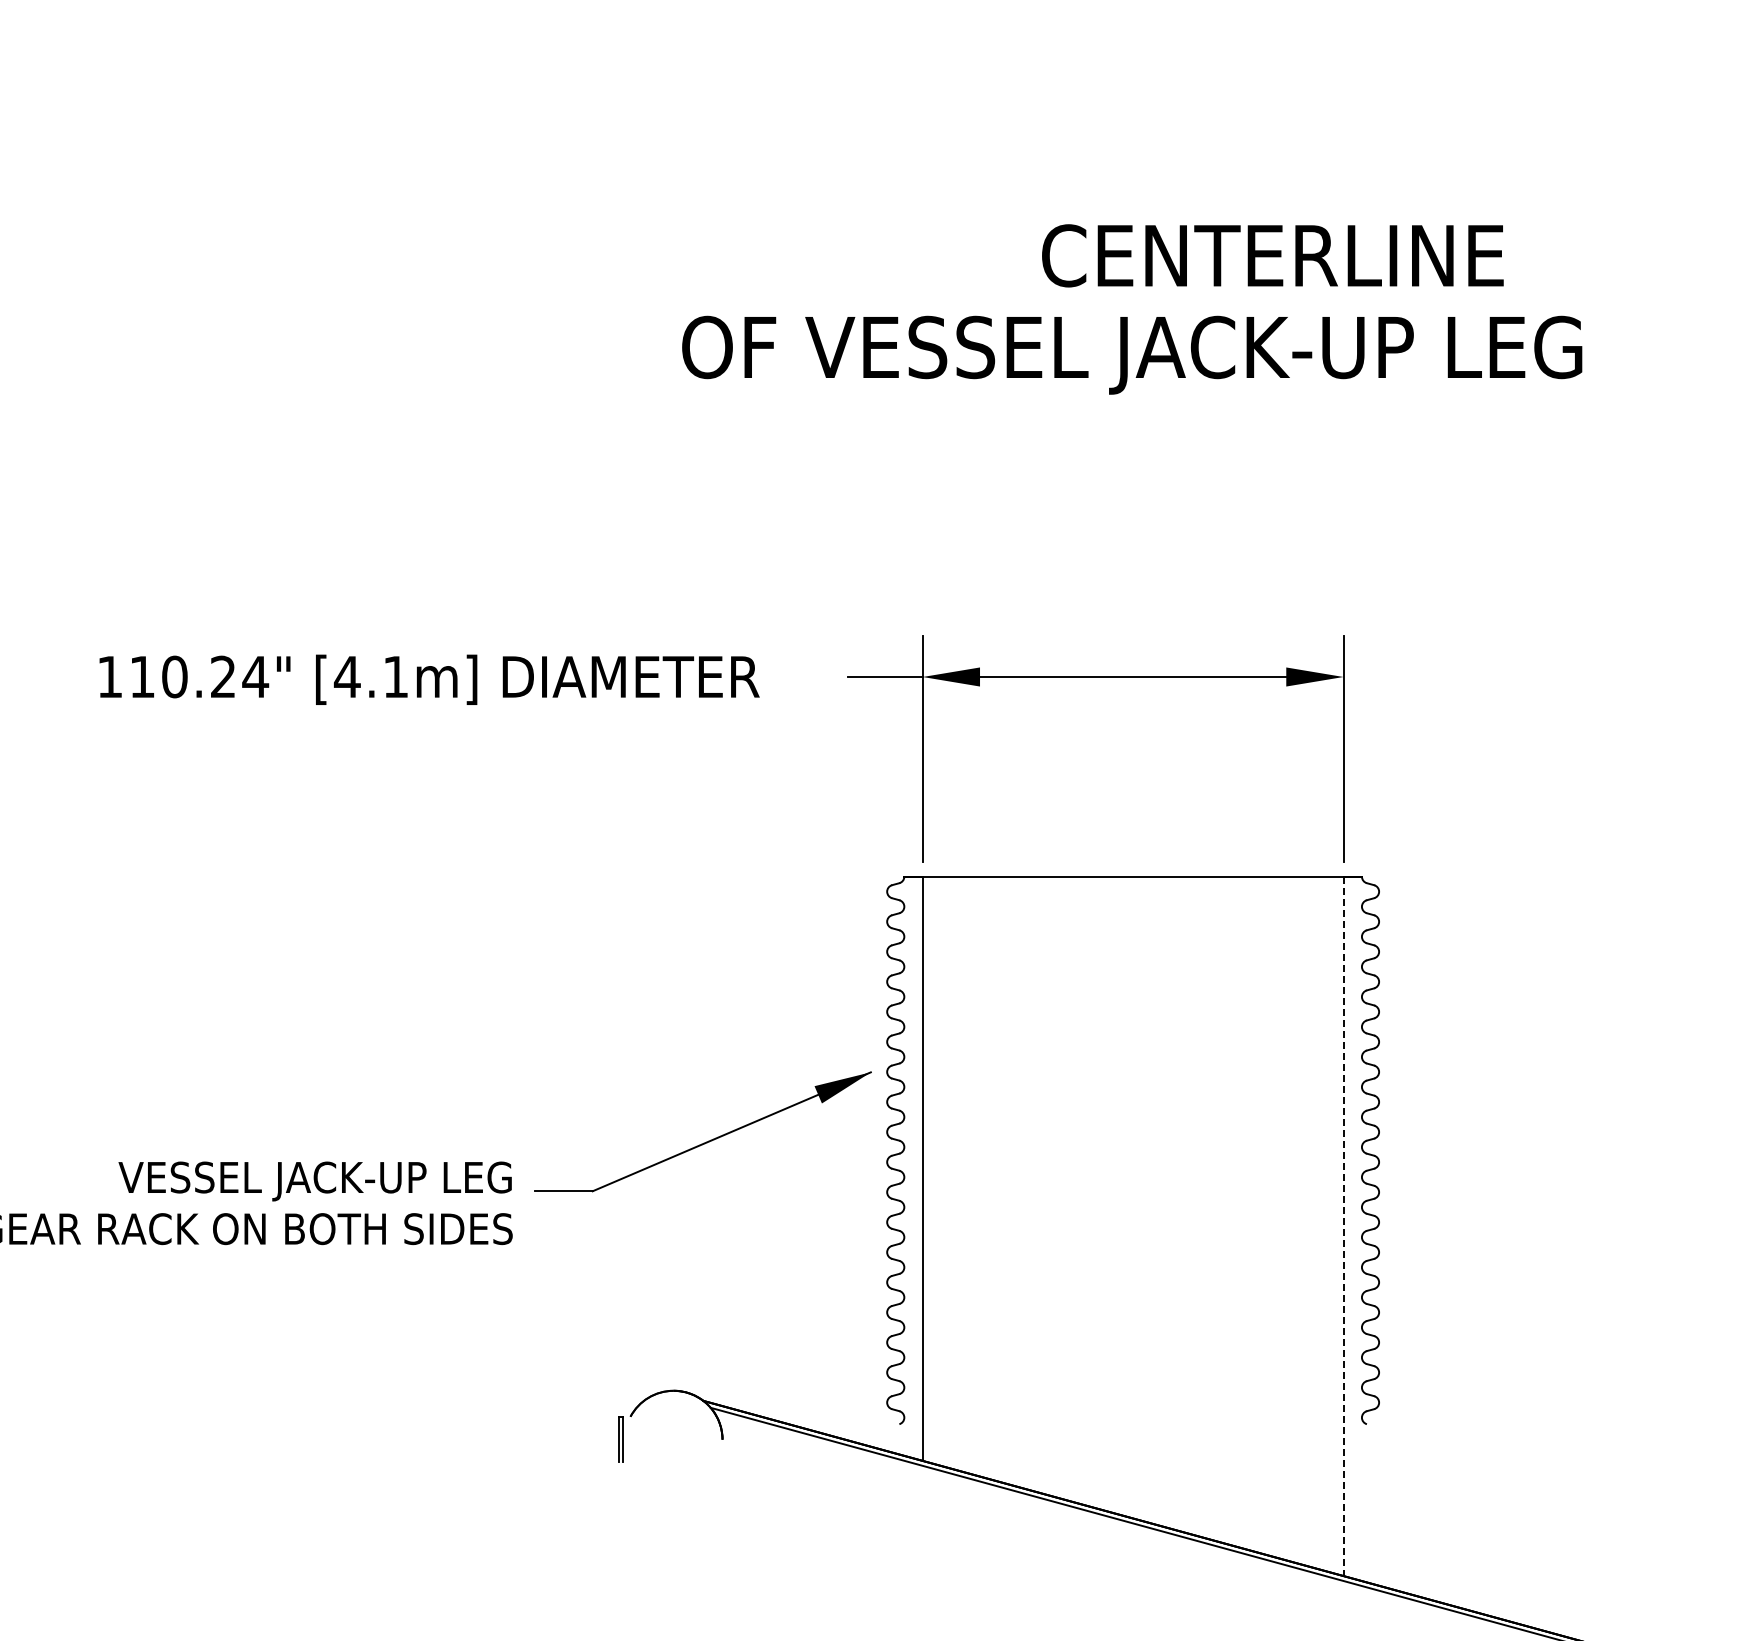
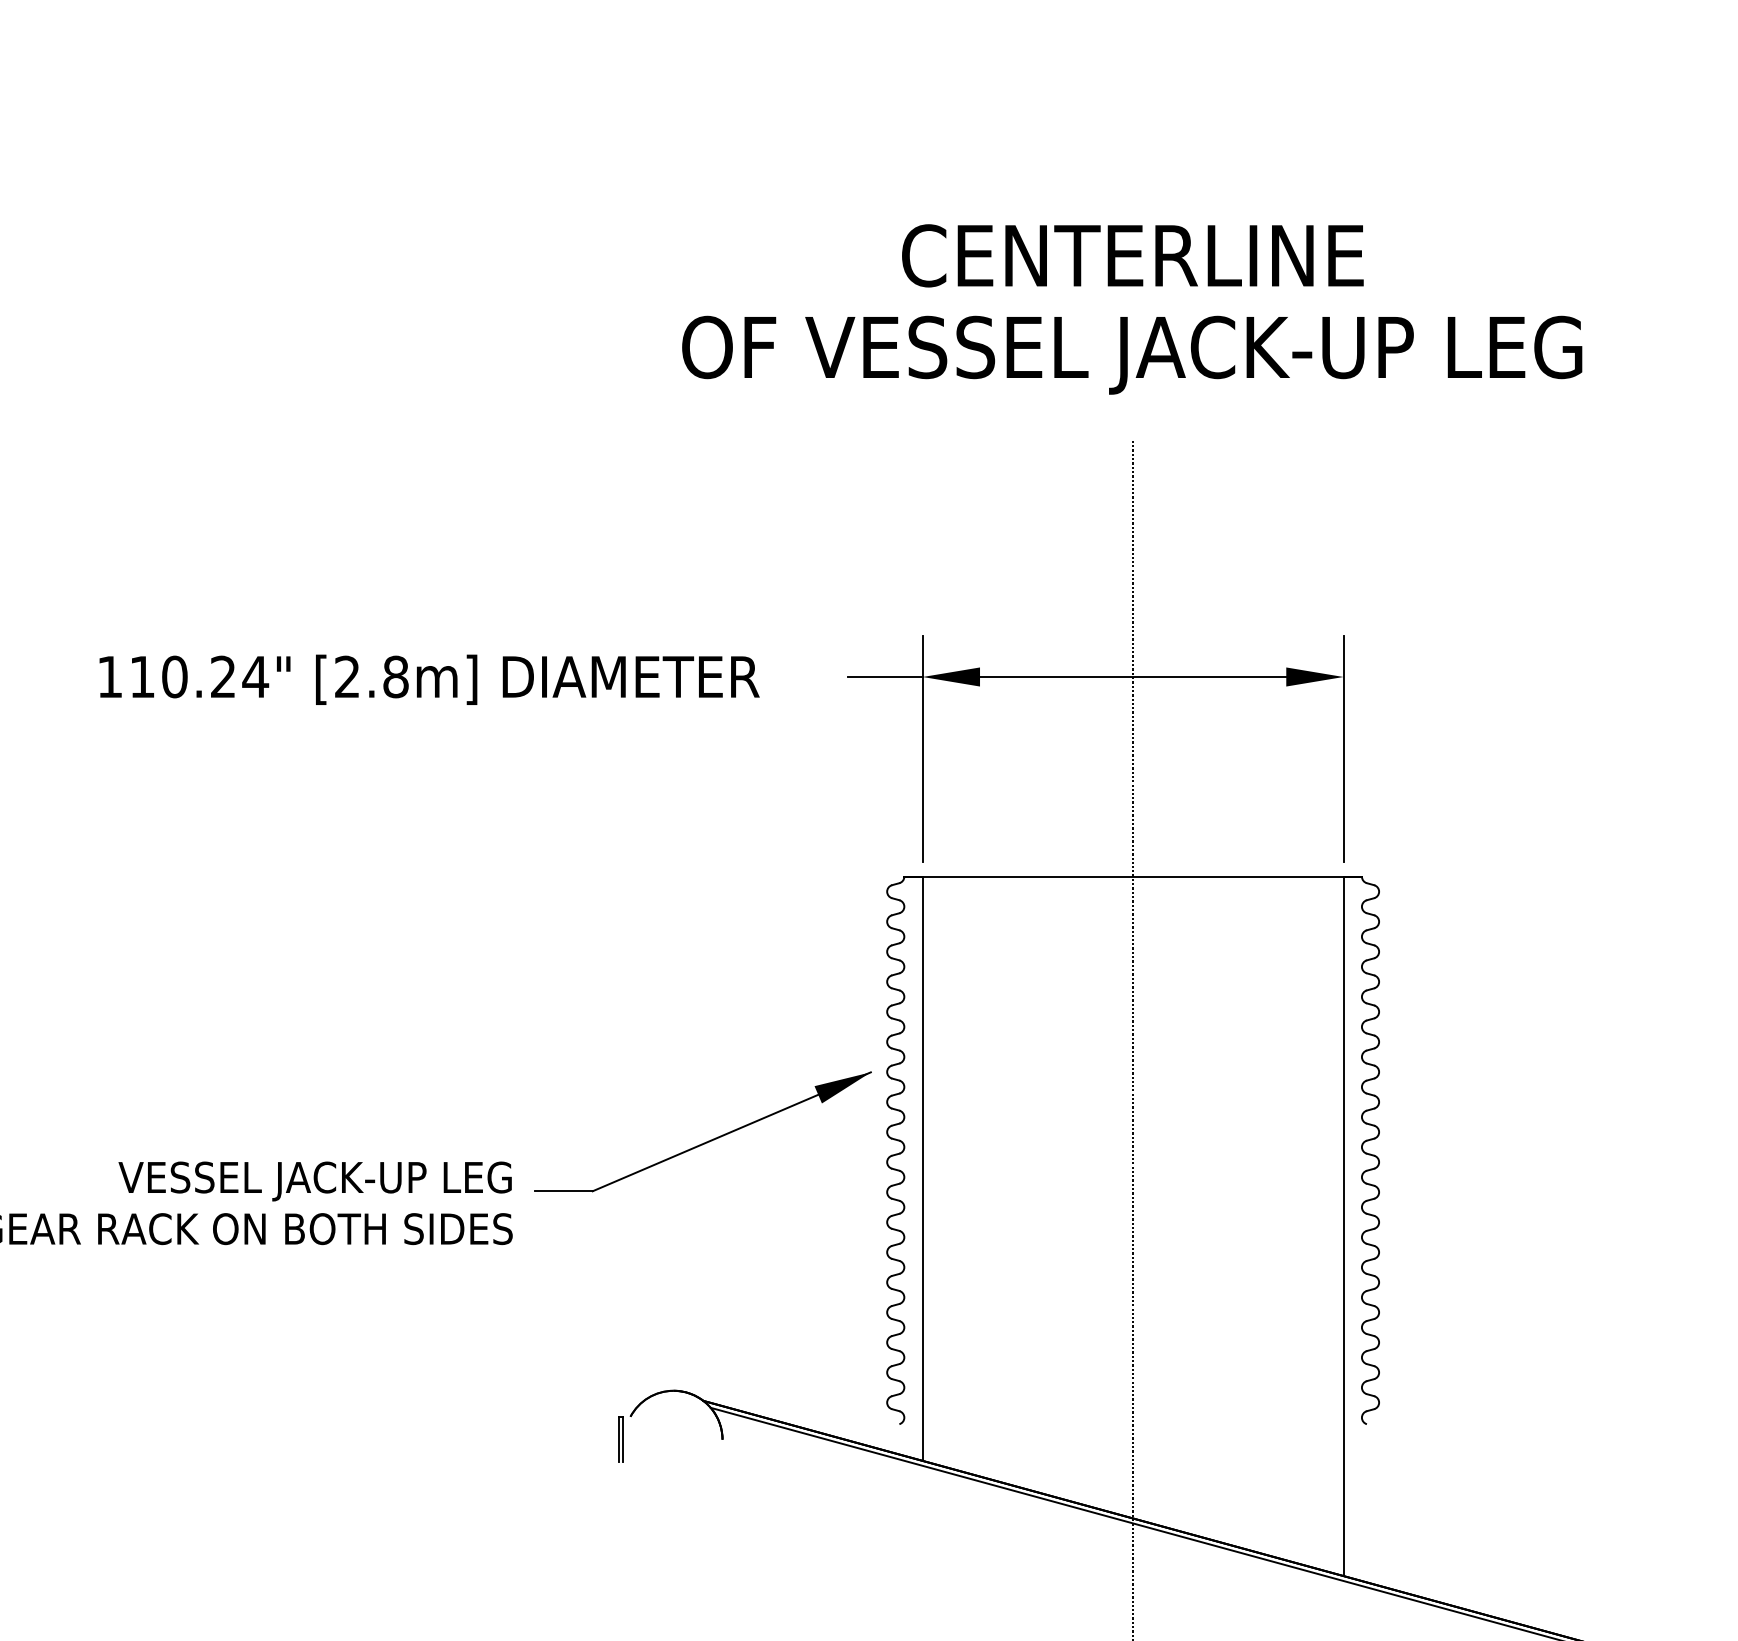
text at (1272, 255) position: (1272, 255) -> (1132, 255)
text at (370, 676): [4.1m] -> [2.8m]
line at (1133, 1038): none -> present
line at (1343, 1226): dashed -> solid
